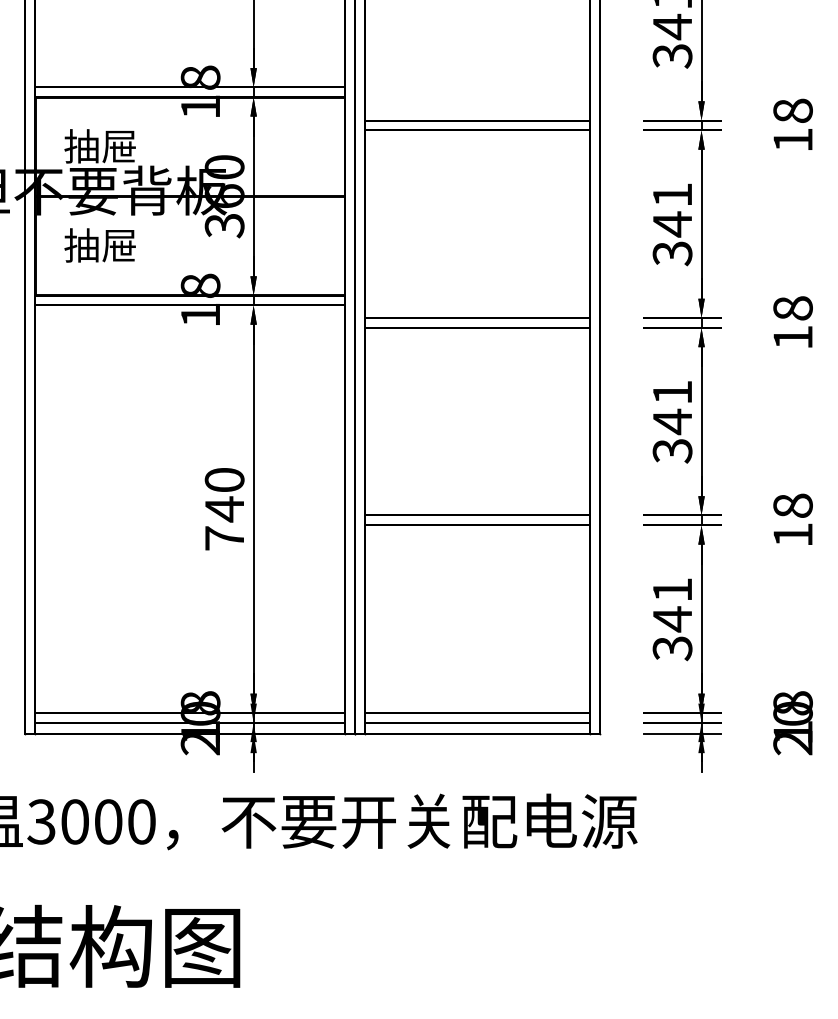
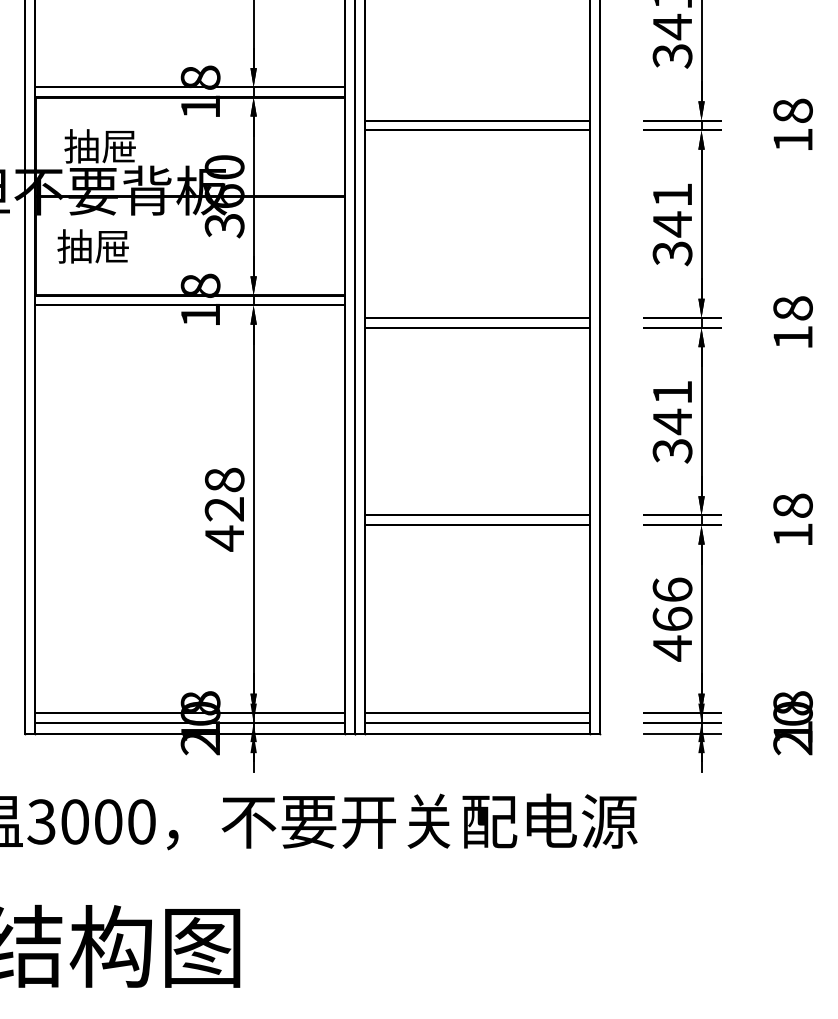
text at (99, 245) position: (99, 245) -> (92, 246)
text at (224, 509): 740 -> 428
text at (672, 619): 341 -> 466
